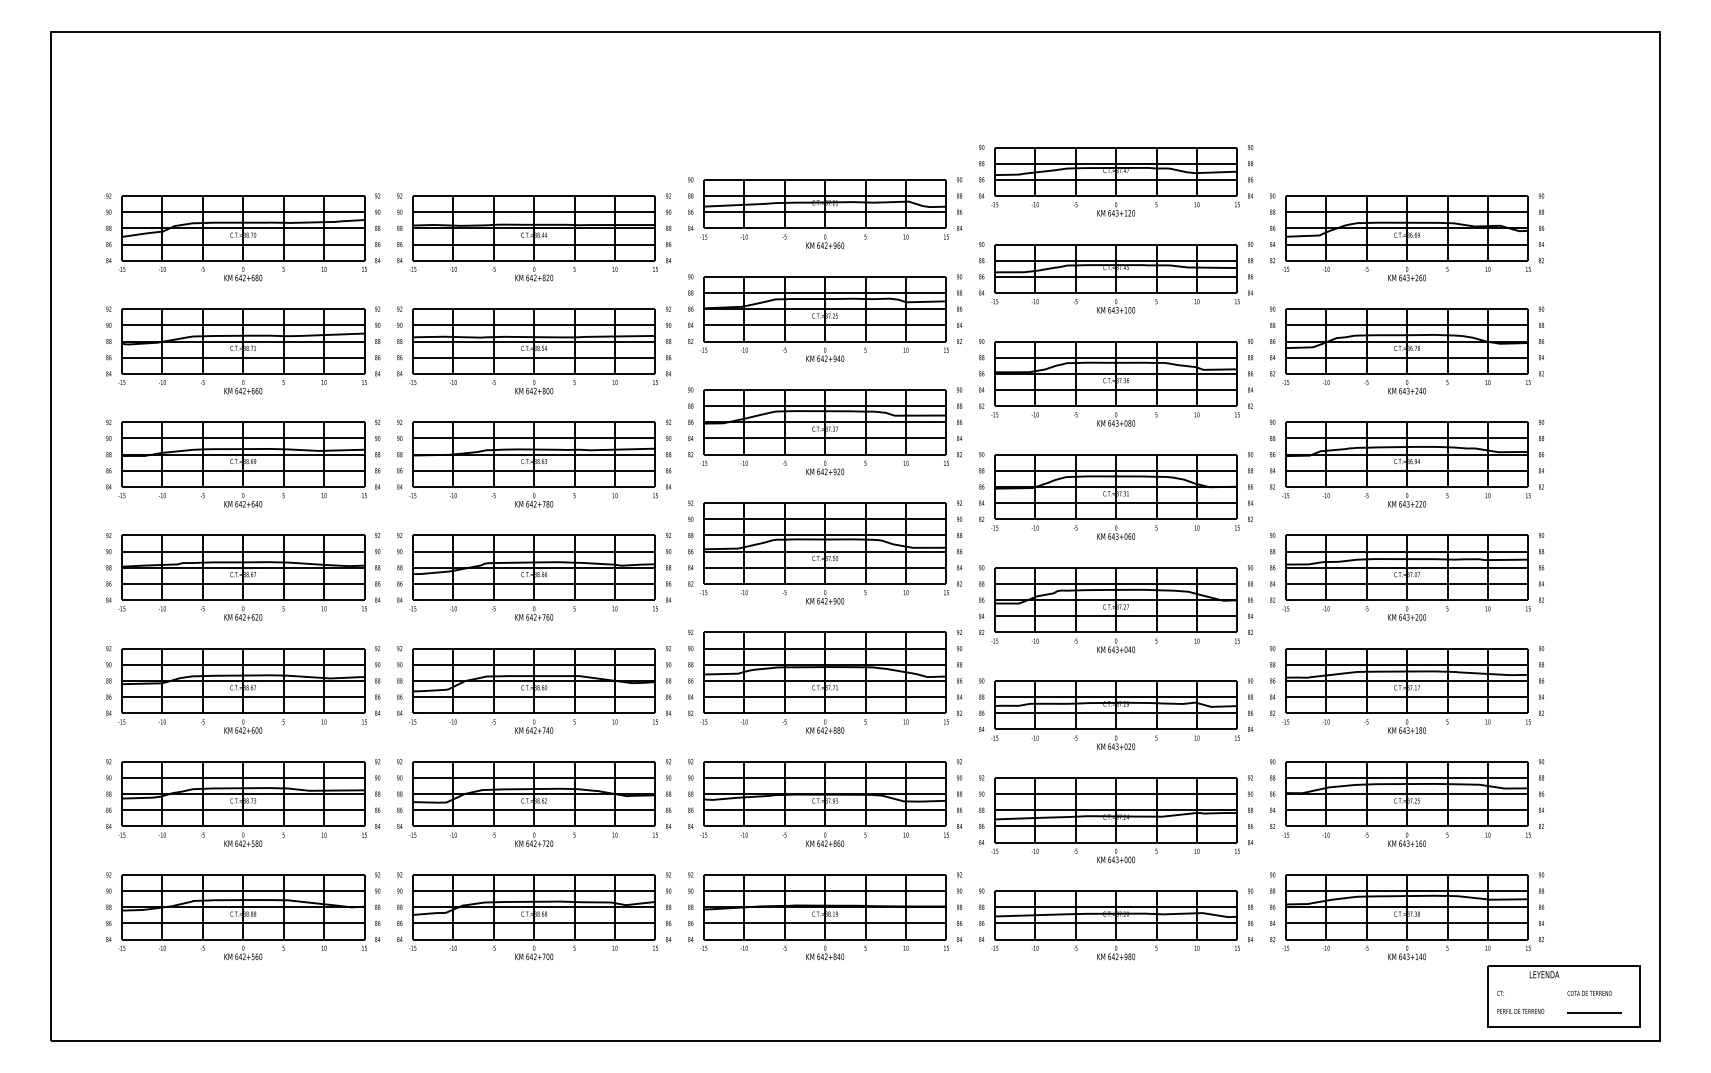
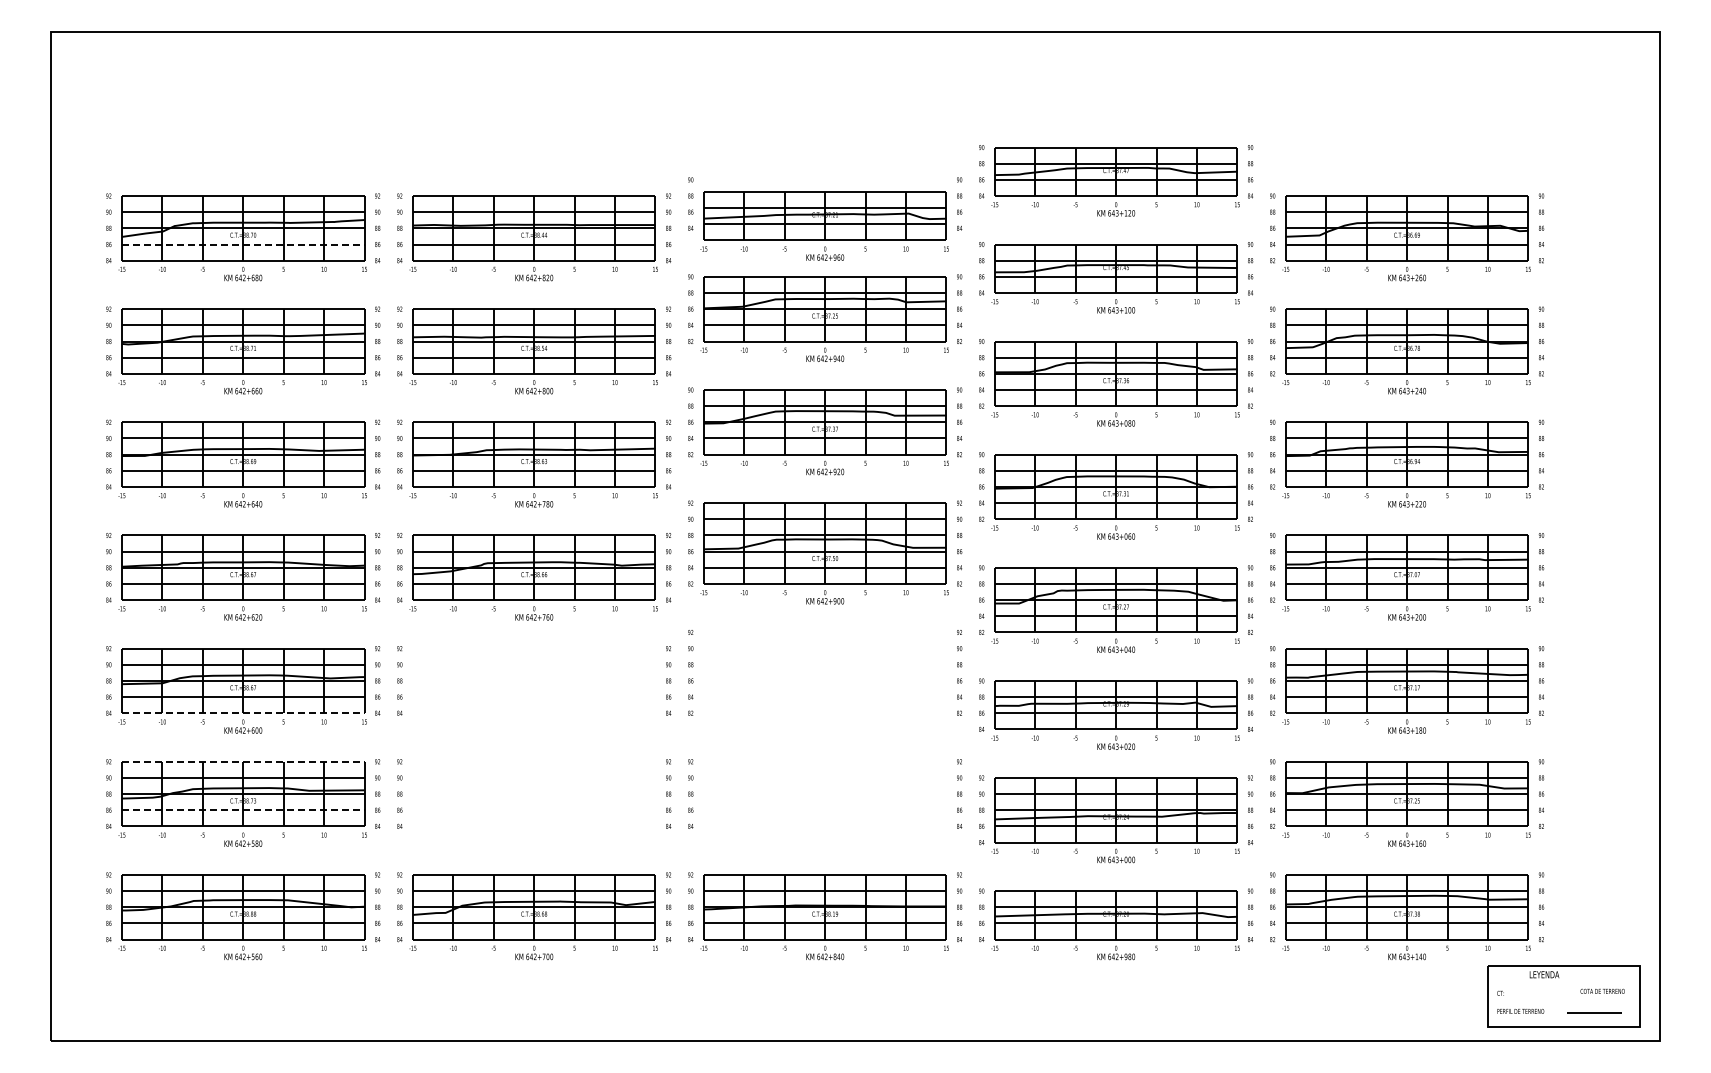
part at (824, 213) position: (824, 213) -> (824, 225)
line at (243, 244): solid -> dashed
part at (824, 682): present -> none
part at (533, 690): present -> none
line at (243, 713): solid -> dashed
line at (243, 761): solid -> dashed
part at (533, 803): present -> none
part at (824, 803): present -> none
line at (243, 810): solid -> dashed
text at (1589, 992) position: (1589, 992) -> (1602, 990)
